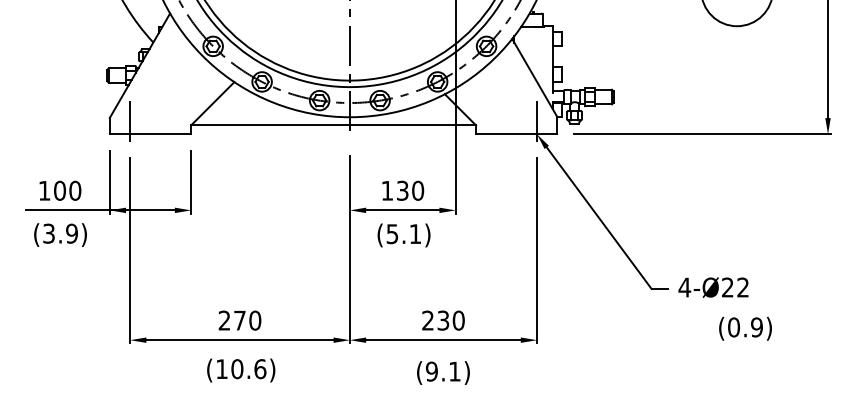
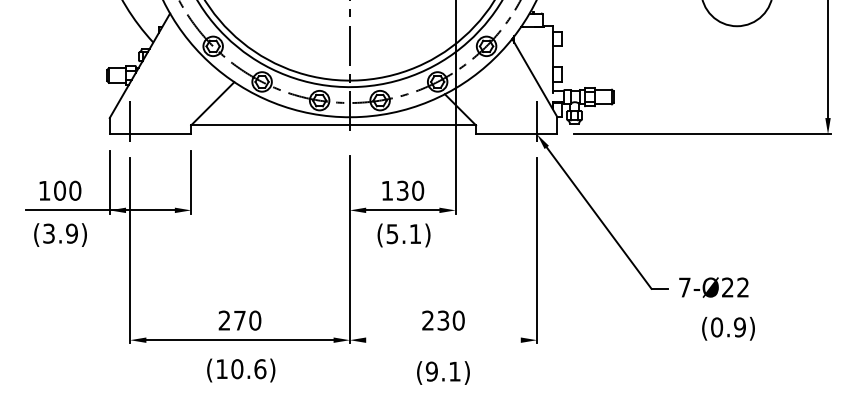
text at (684, 287): 4-Ø22 -> 7-Ø22
text at (745, 328) position: (745, 328) -> (728, 328)
line at (443, 340): present -> none
